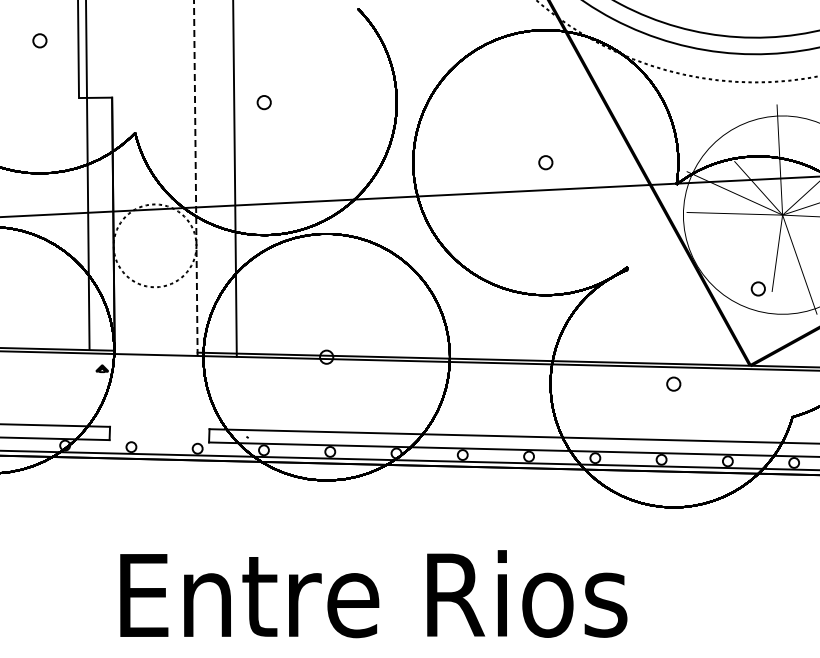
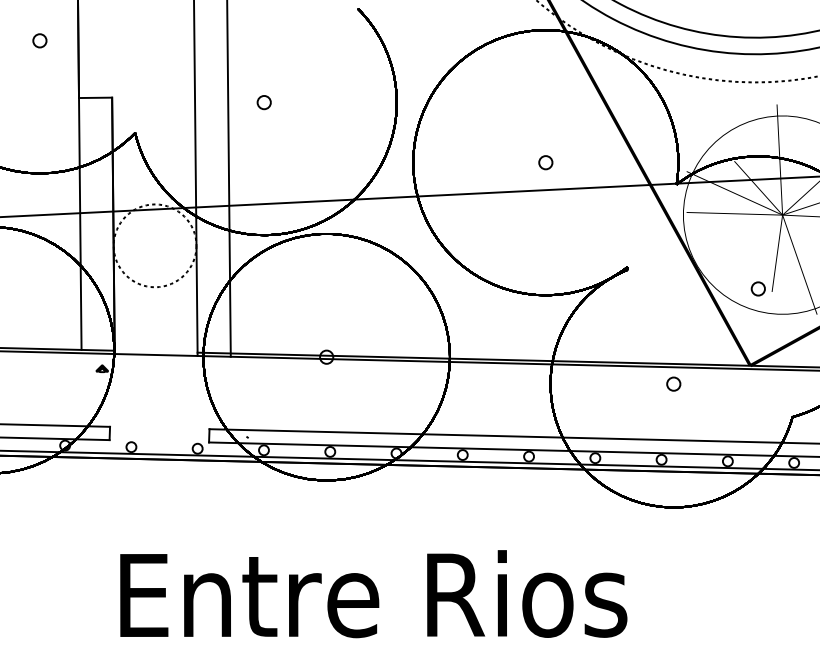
line at (87, 175) position: (87, 175) -> (79, 175)
line at (195, 178): dashed -> solid
line at (234, 179) position: (234, 179) -> (228, 179)
